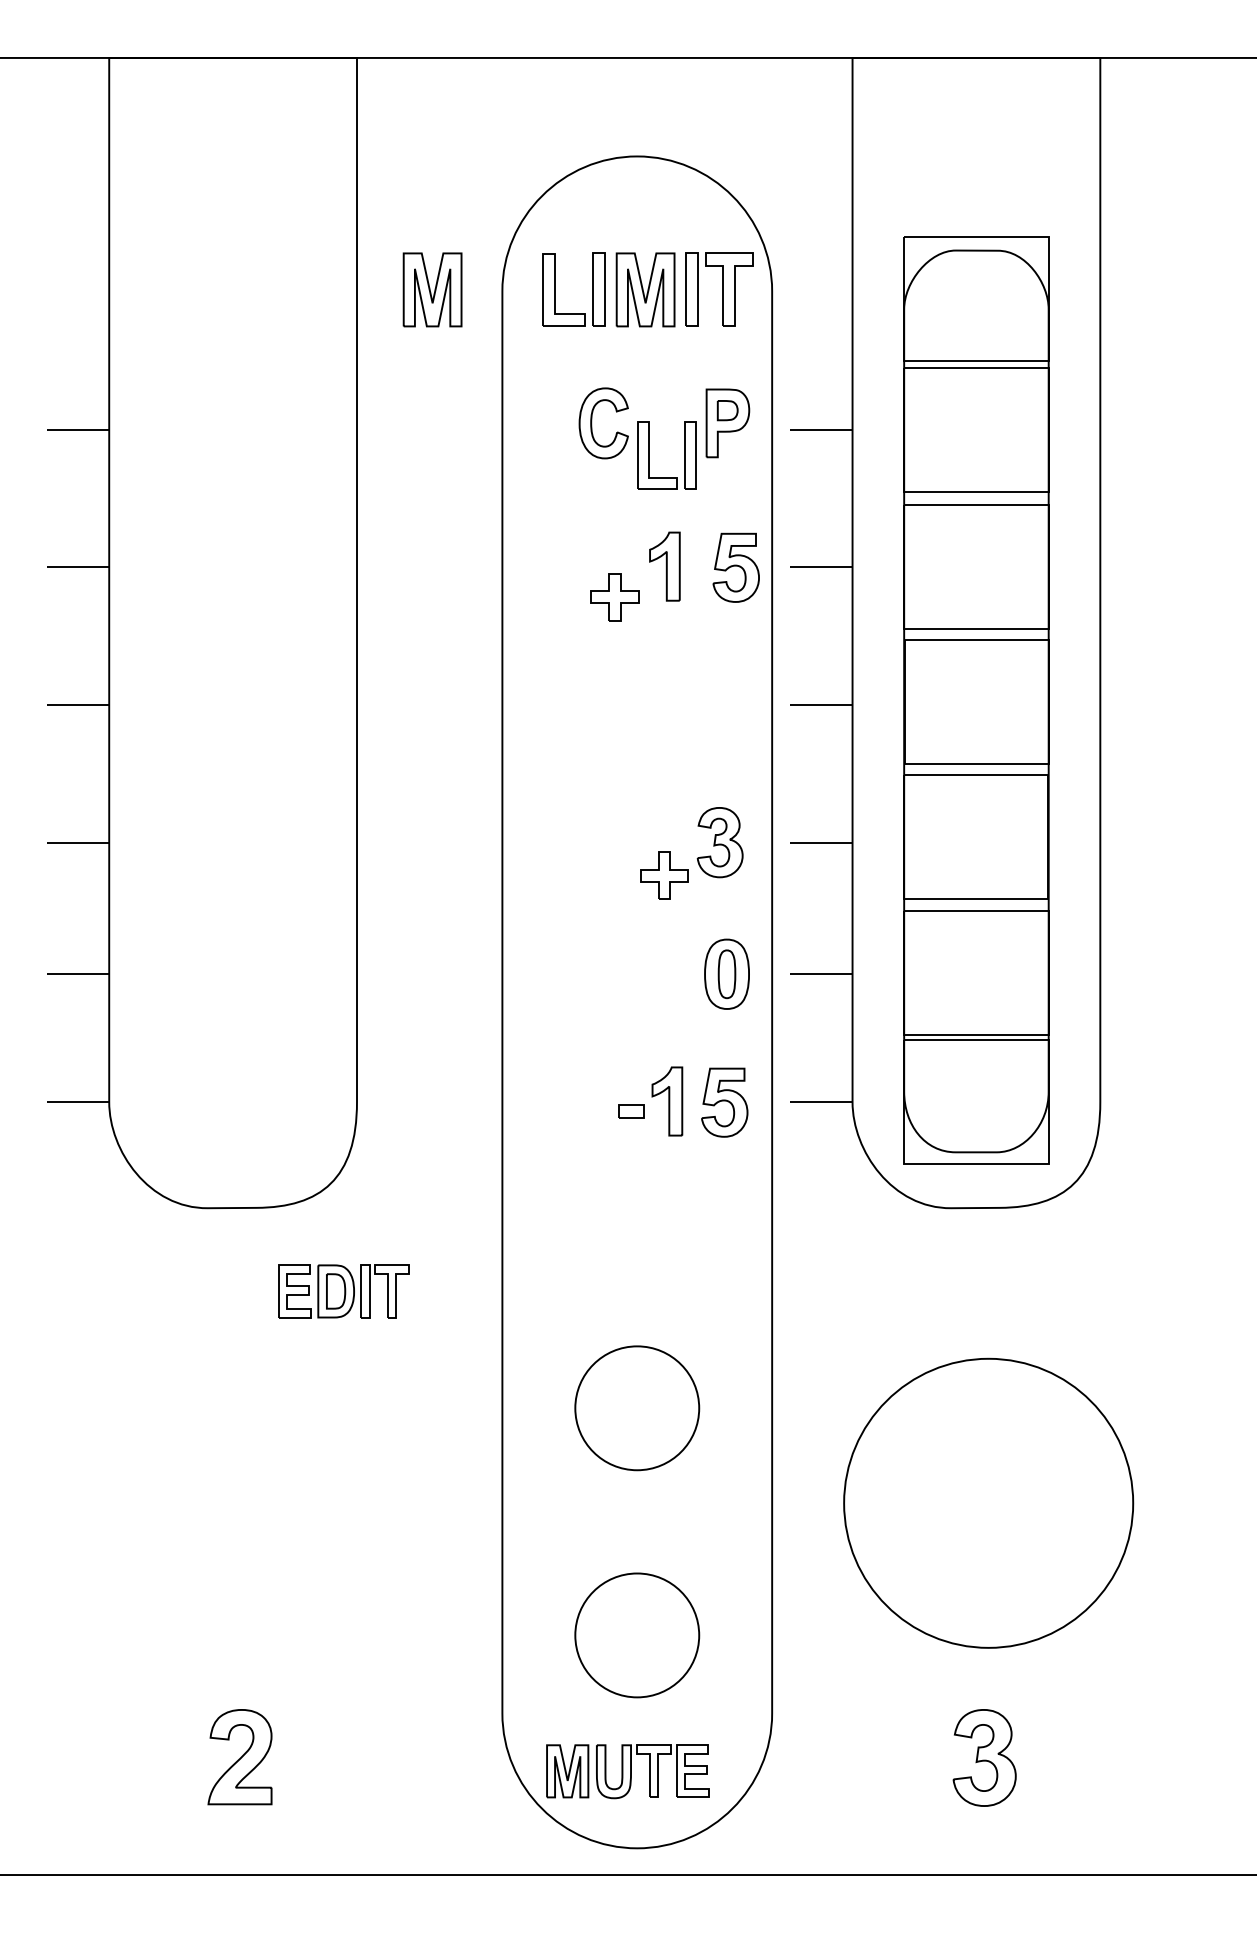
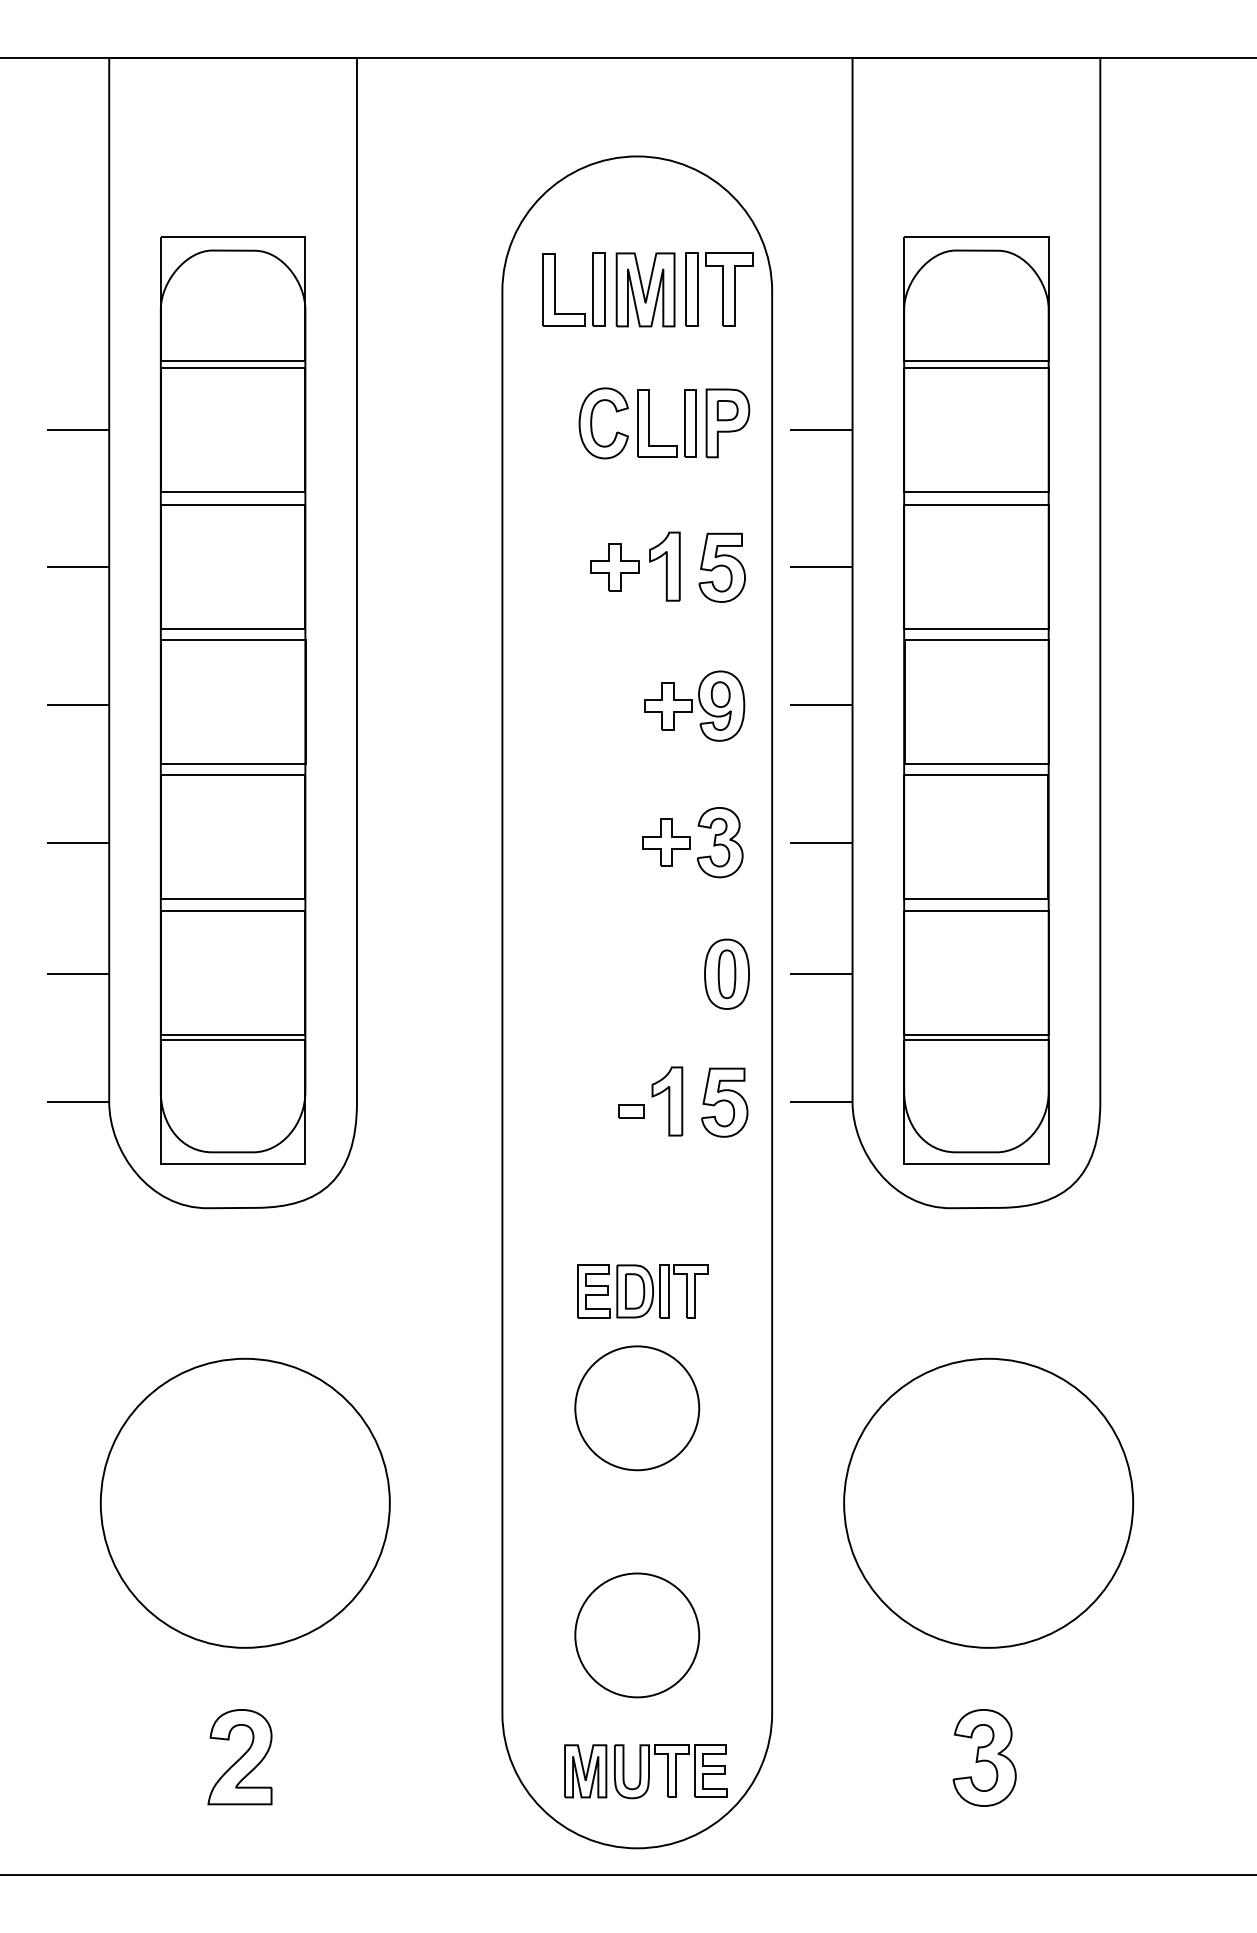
part at (432, 289): present -> none
part at (649, 455) position: (649, 455) -> (649, 423)
part at (735, 567) position: (735, 567) -> (721, 567)
part at (614, 597) position: (614, 597) -> (614, 567)
part at (233, 700): none -> present
part at (694, 705): none -> present
part at (664, 875) position: (664, 875) -> (666, 842)
part at (343, 1291) position: (343, 1291) -> (642, 1291)
part at (244, 1502): none -> present
part at (627, 1771) position: (627, 1771) -> (645, 1771)
